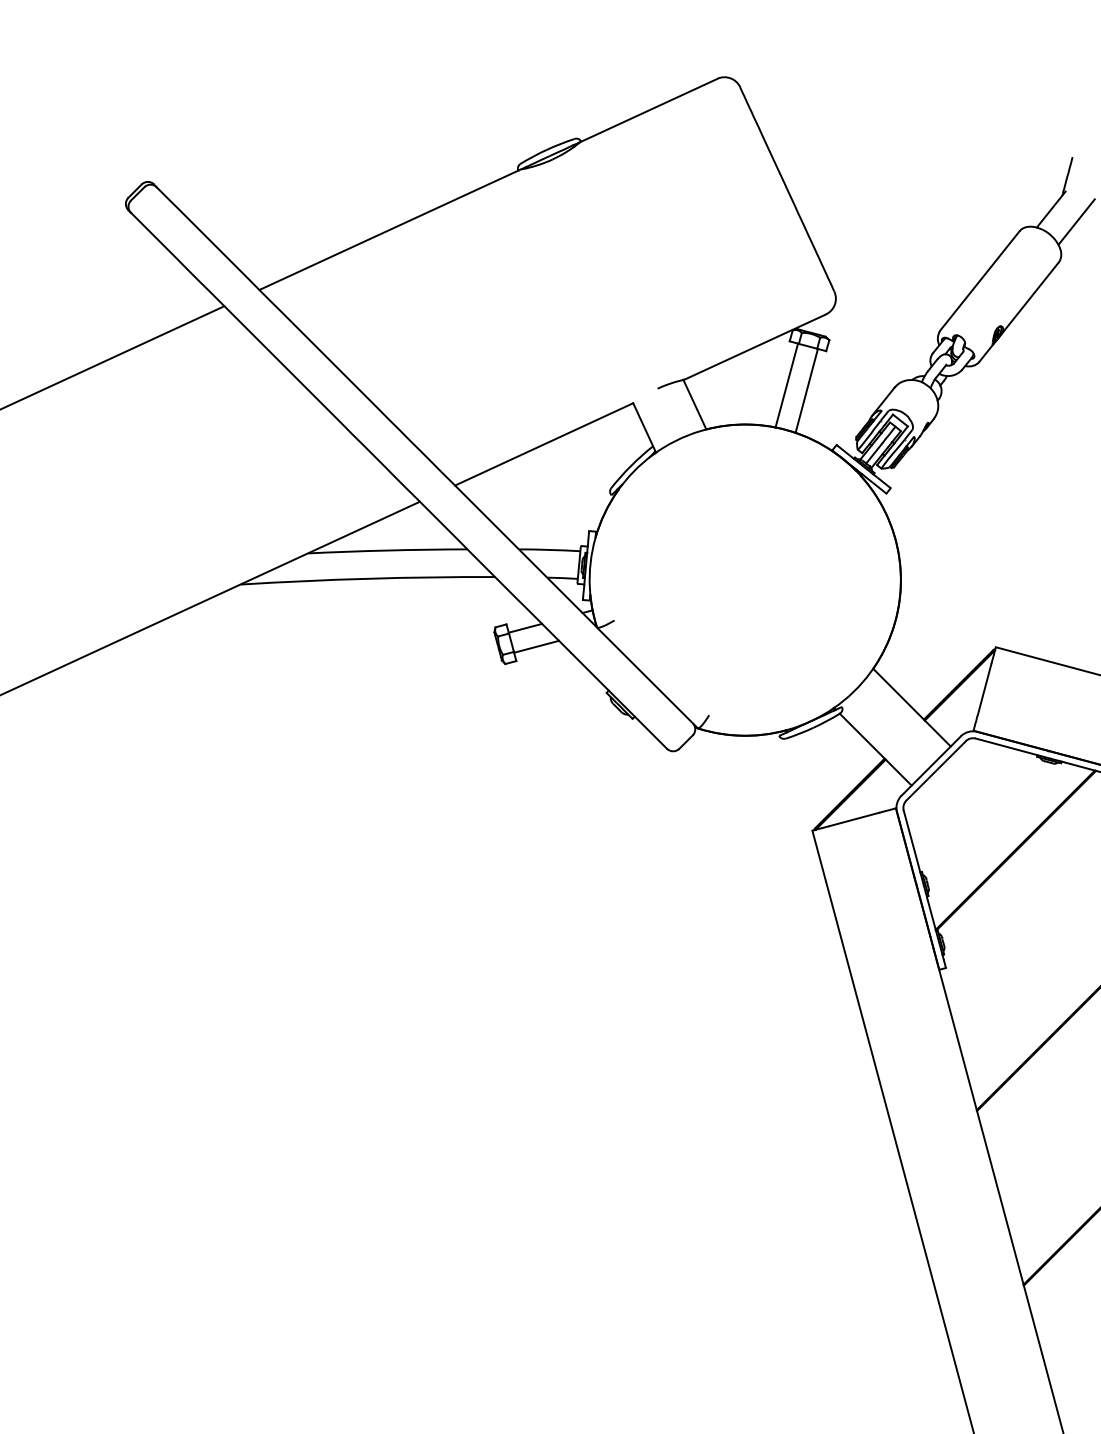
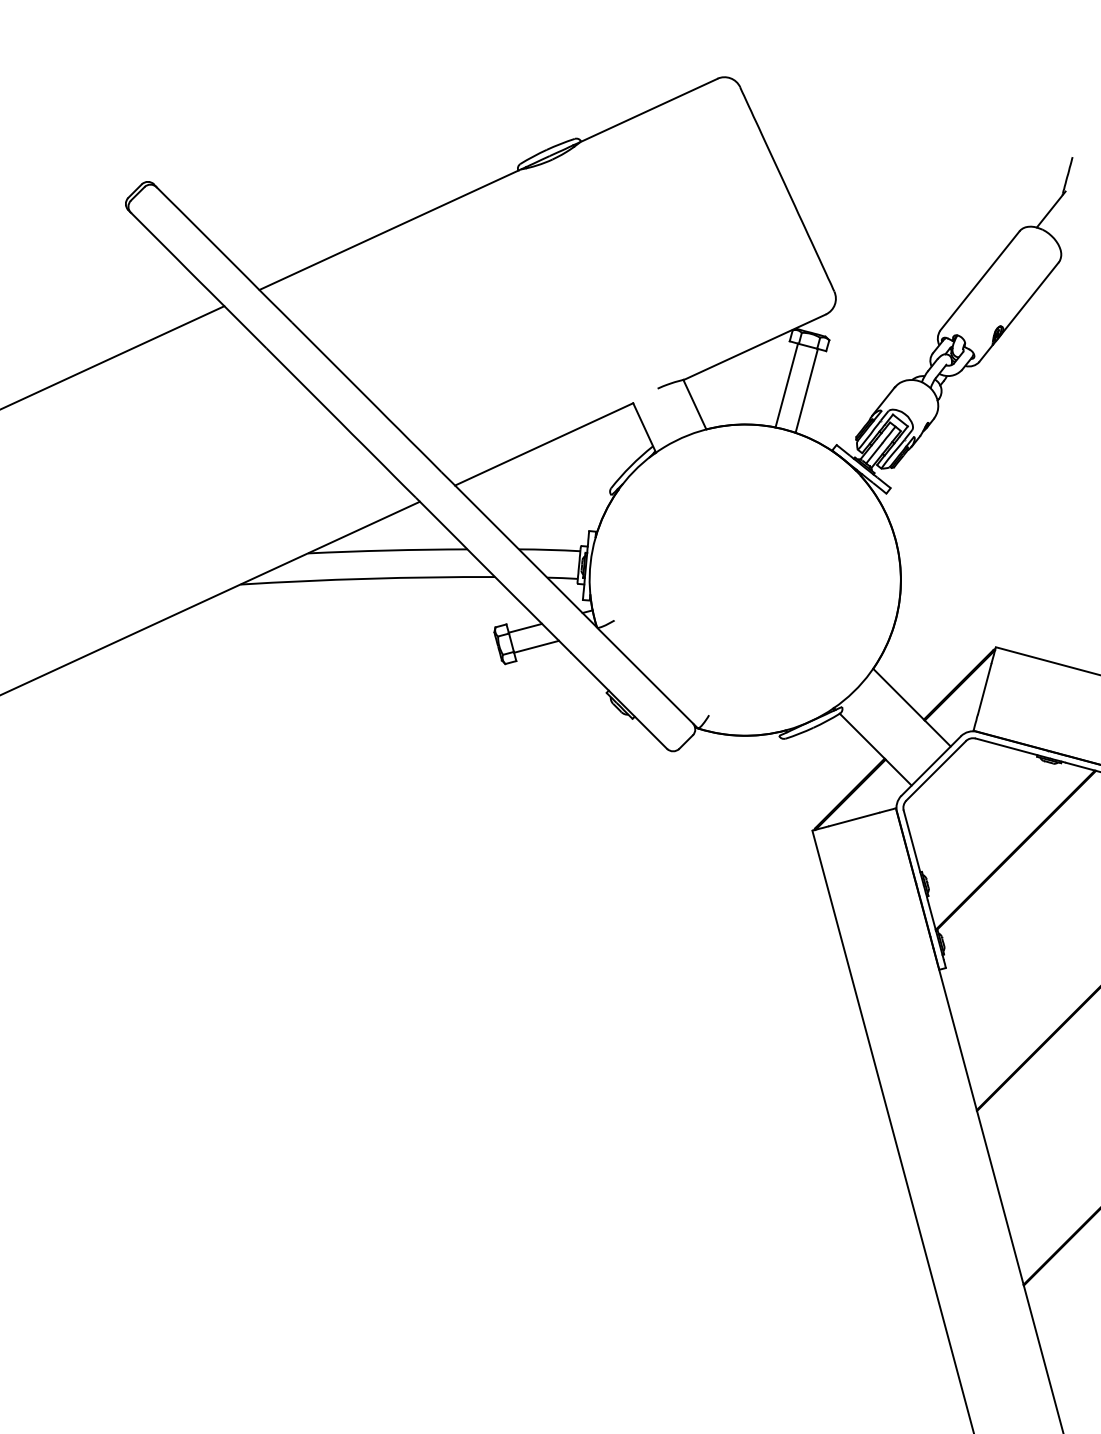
line at (1076, 221): present -> none
